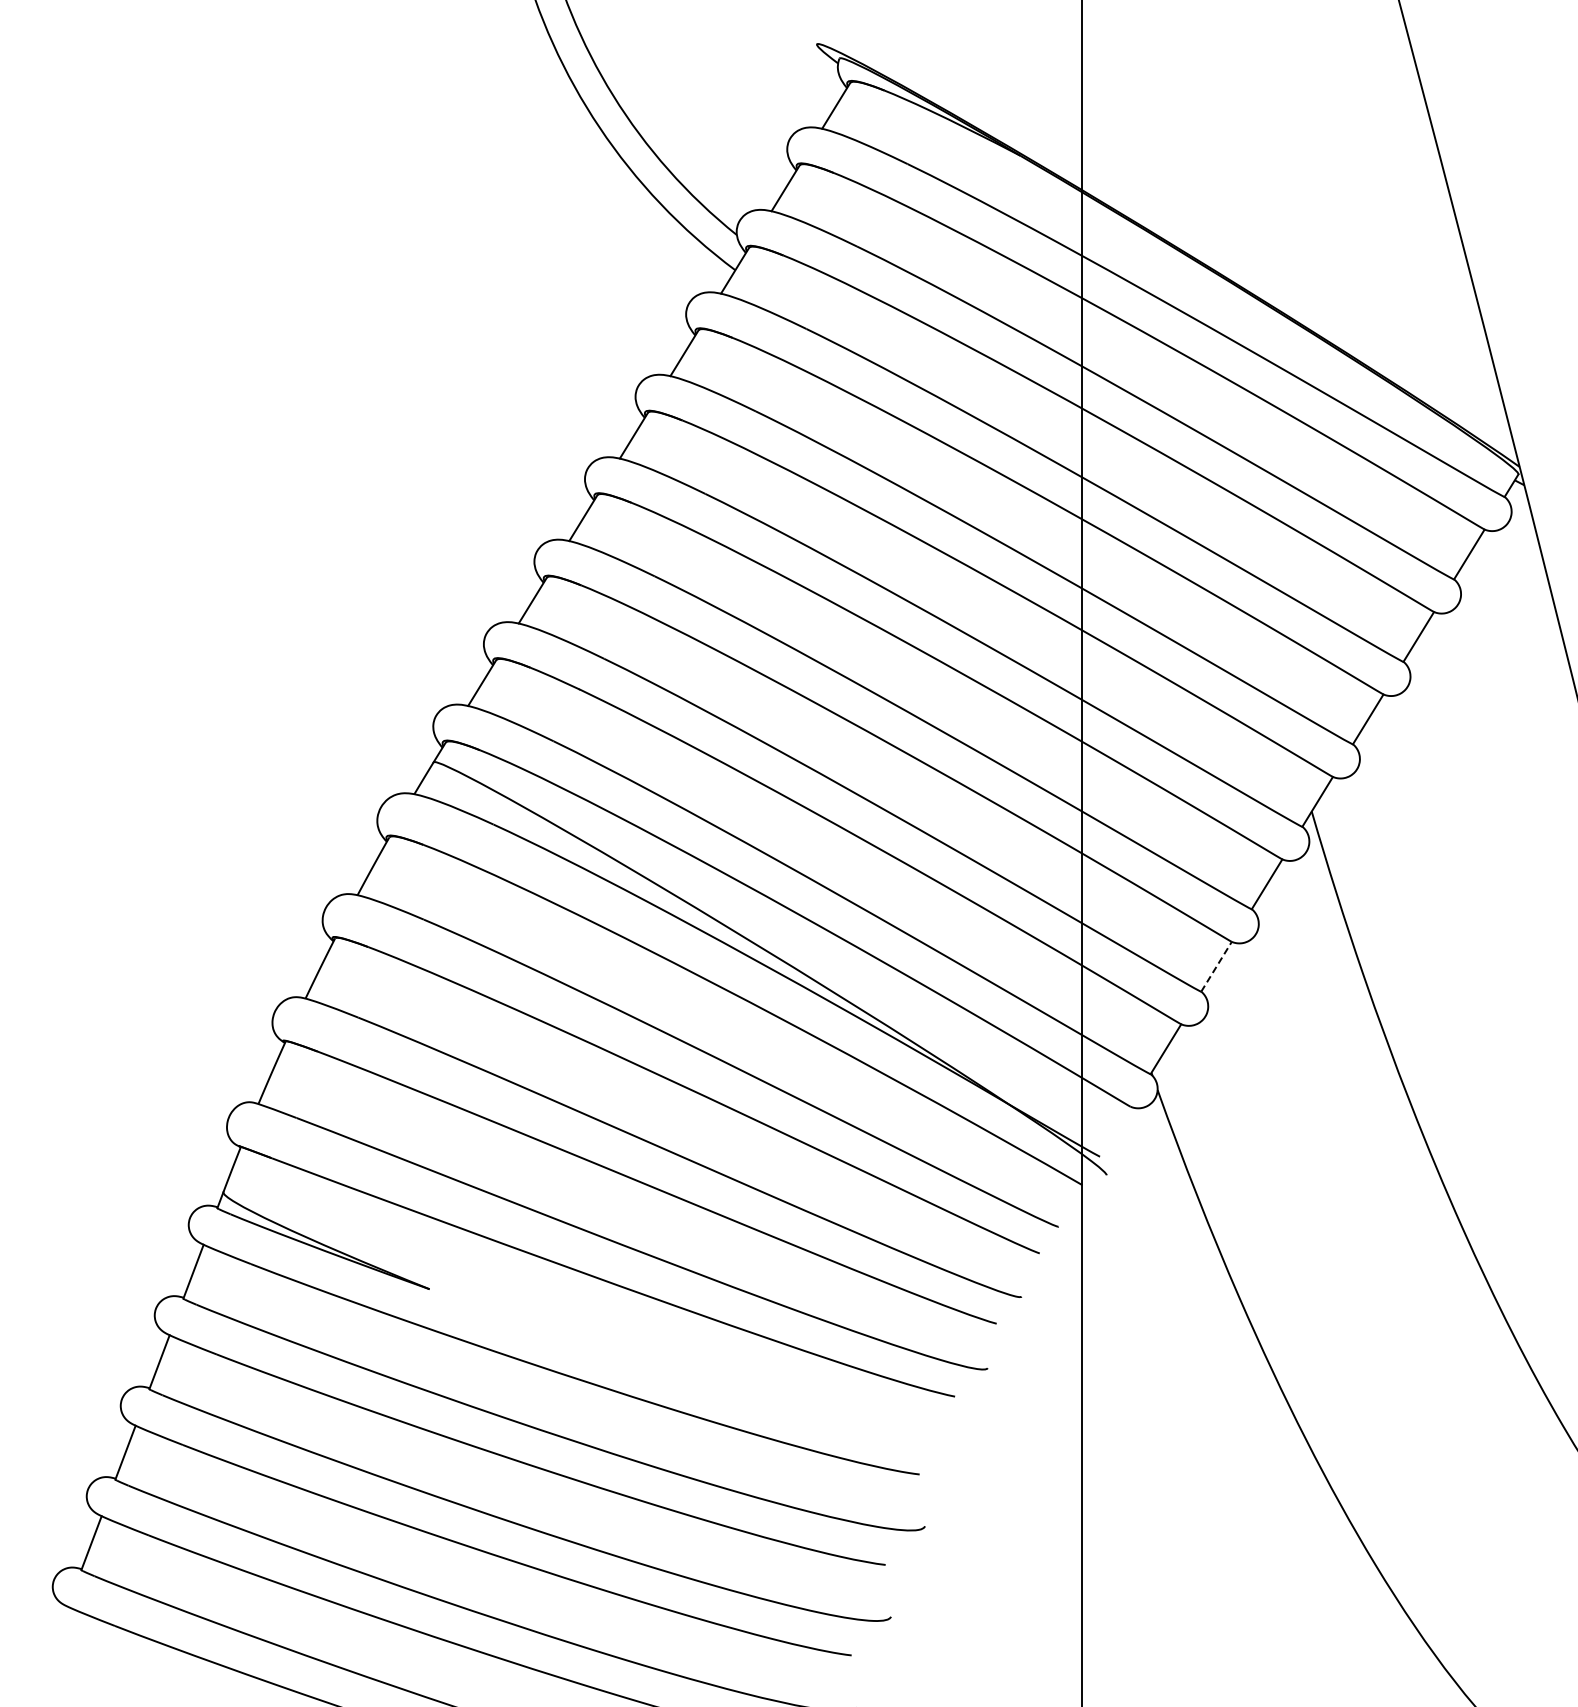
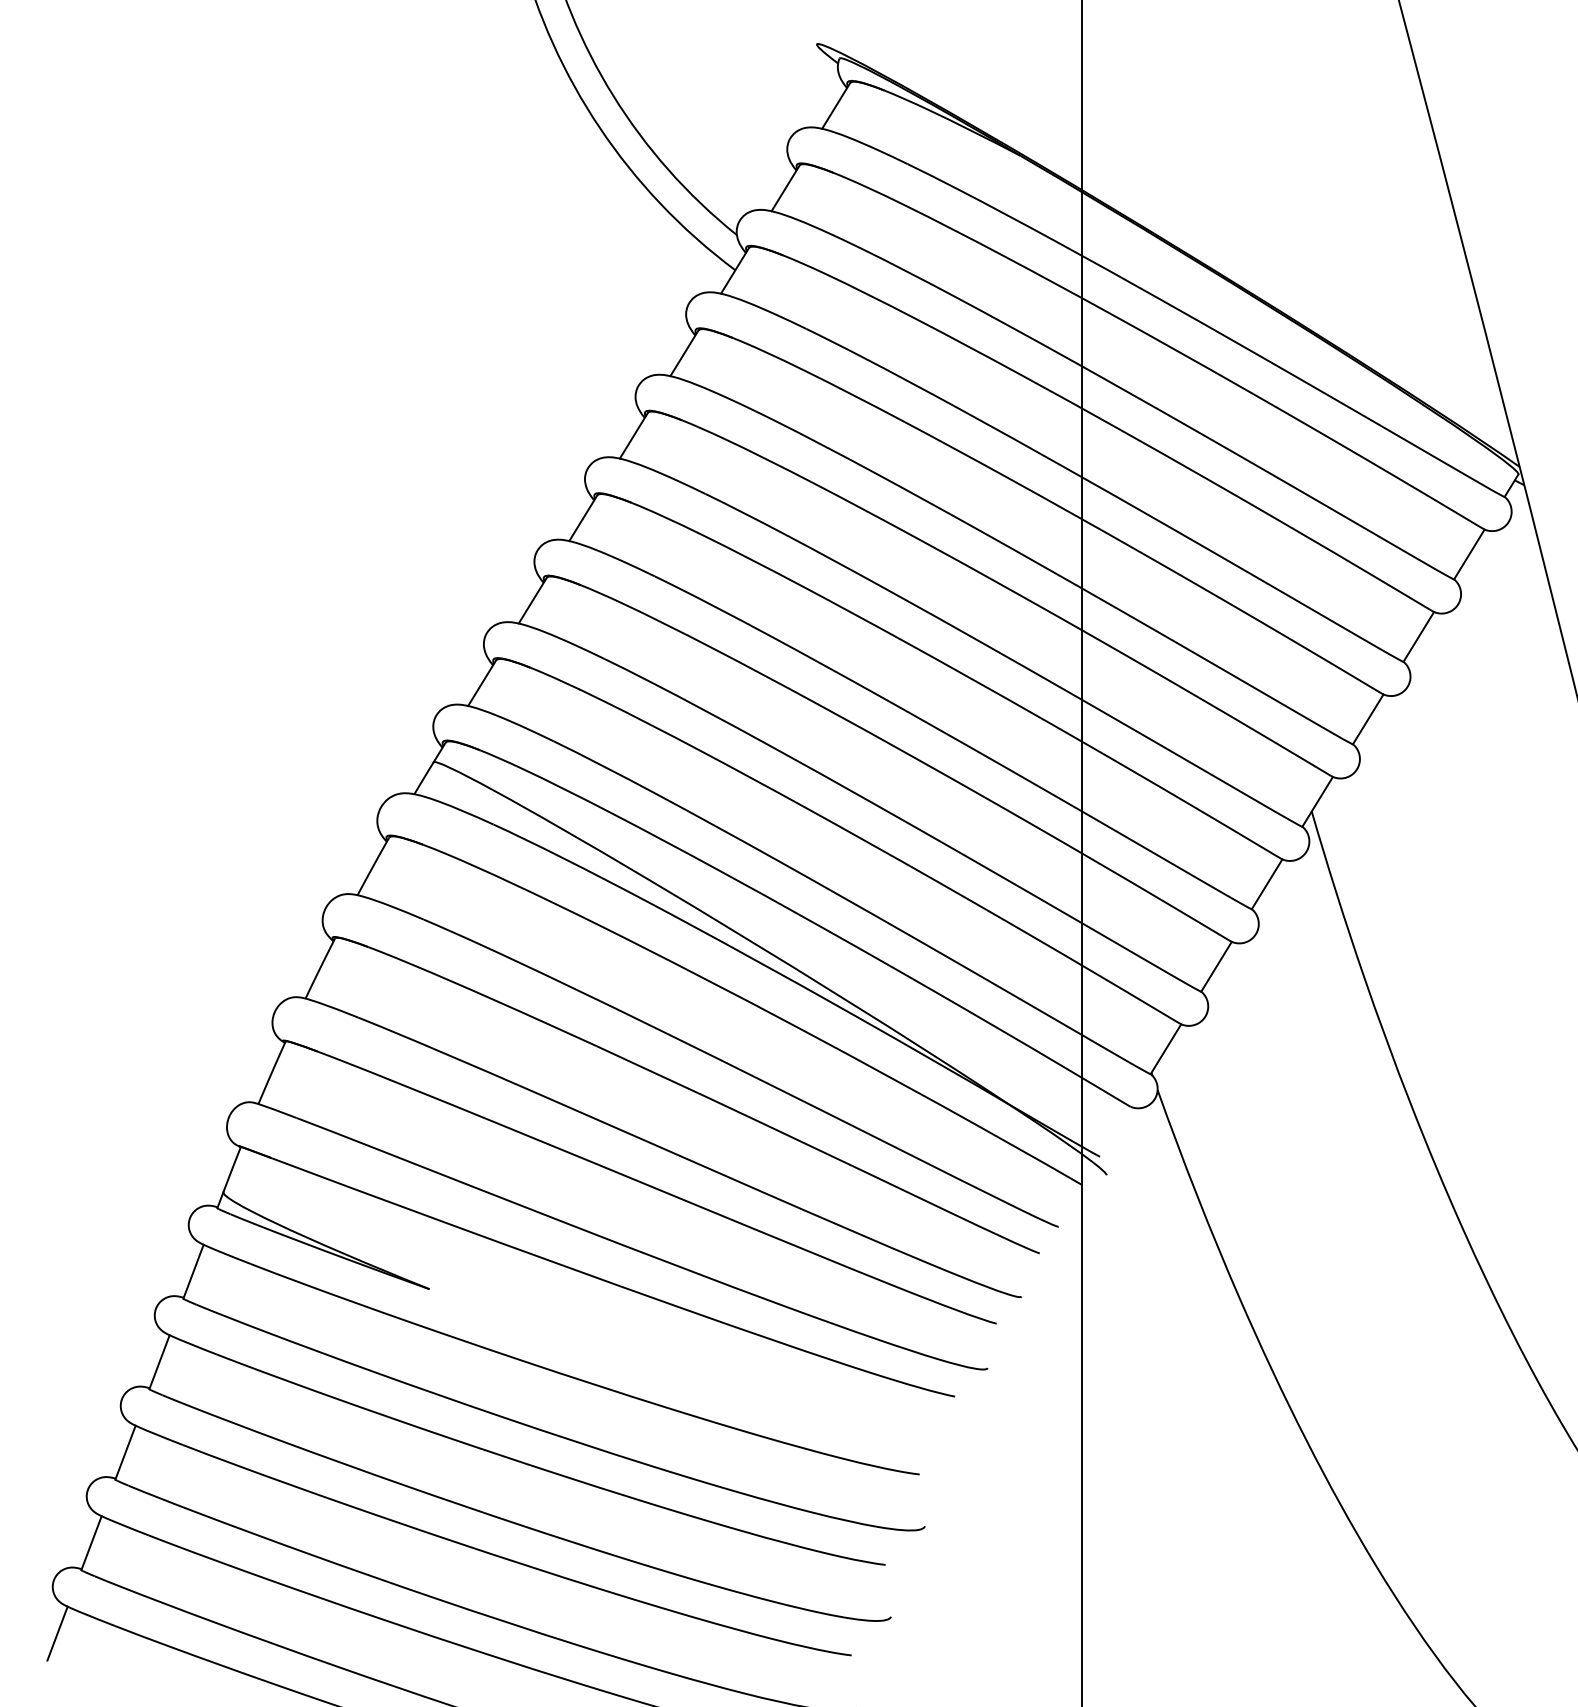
line at (1216, 966): dashed -> solid
line at (57, 1633): none -> present
